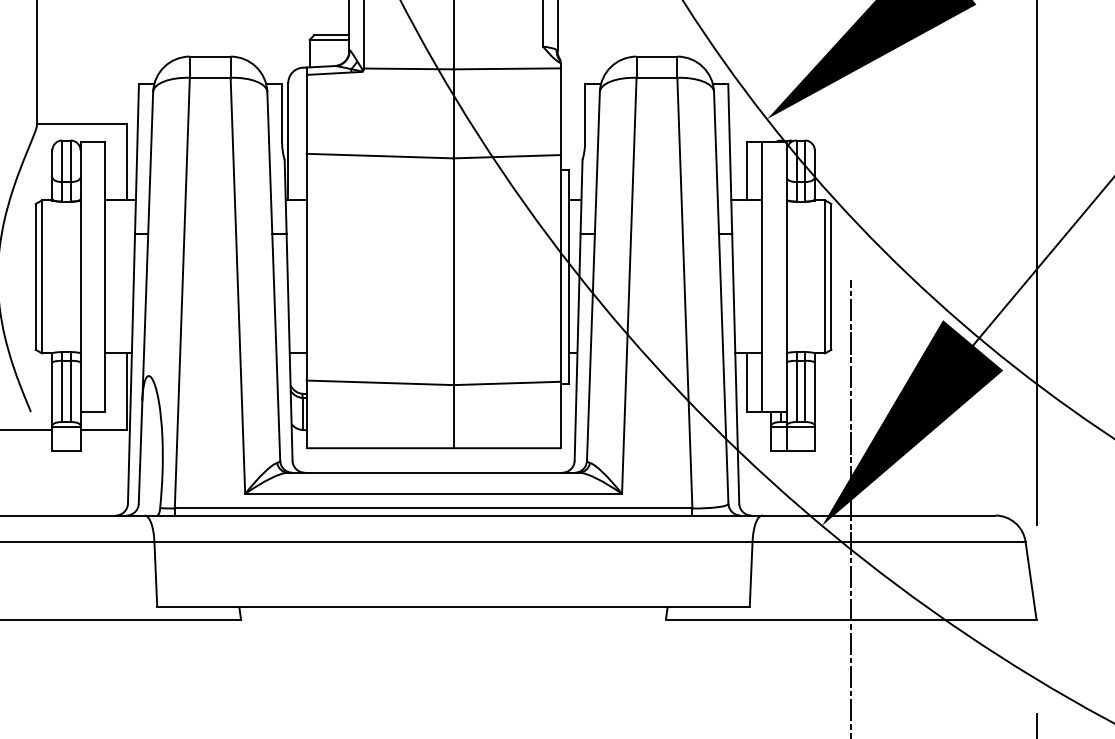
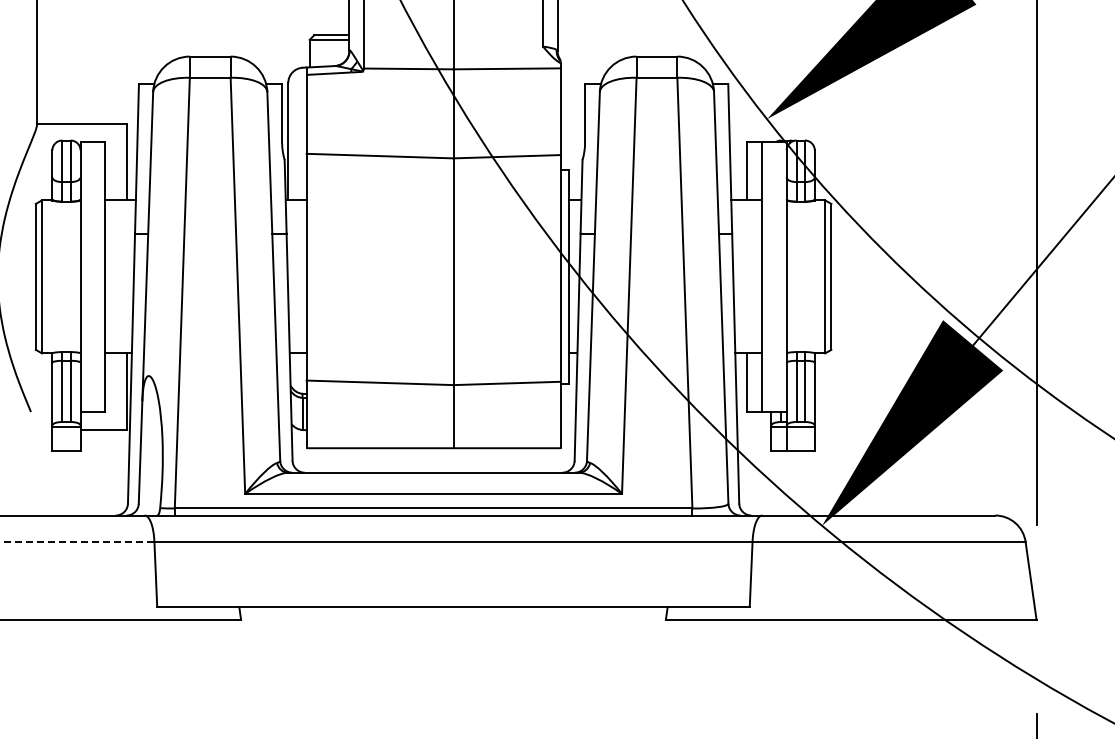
line at (27, 429): present -> none
line at (851, 507): present -> none
line at (77, 541): solid -> dashed
